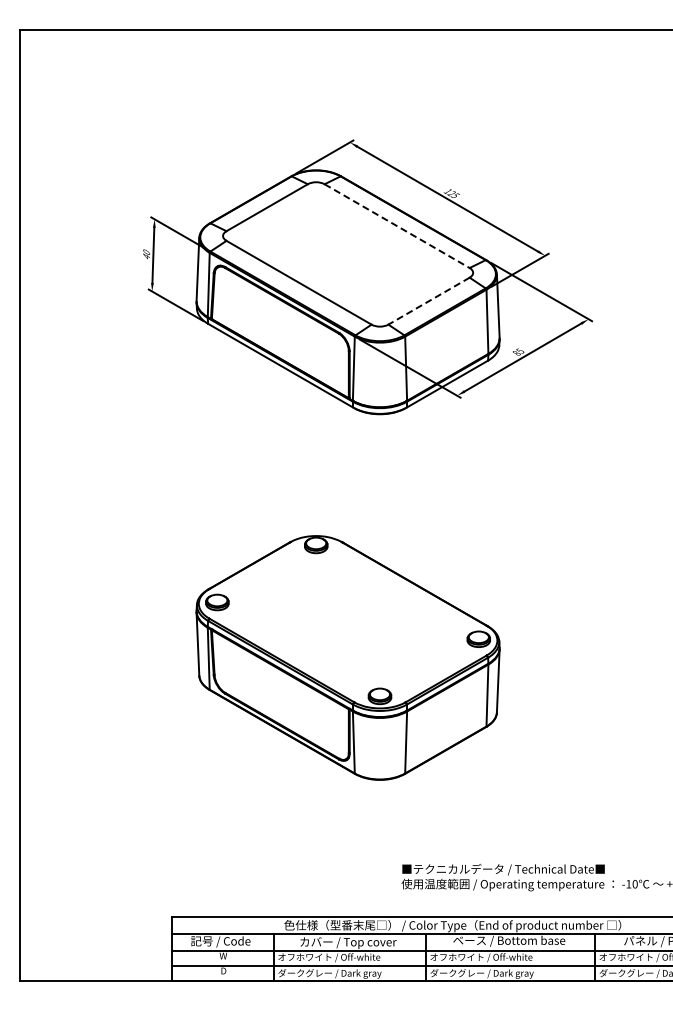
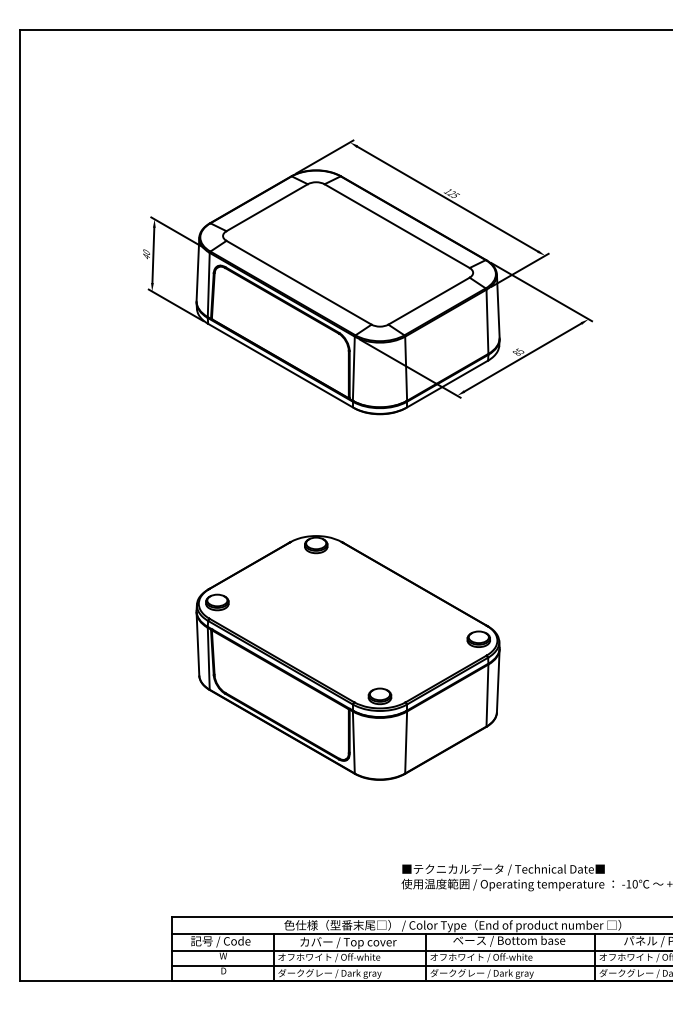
line at (397, 226): dashed -> solid
line at (429, 301): dashed -> solid
